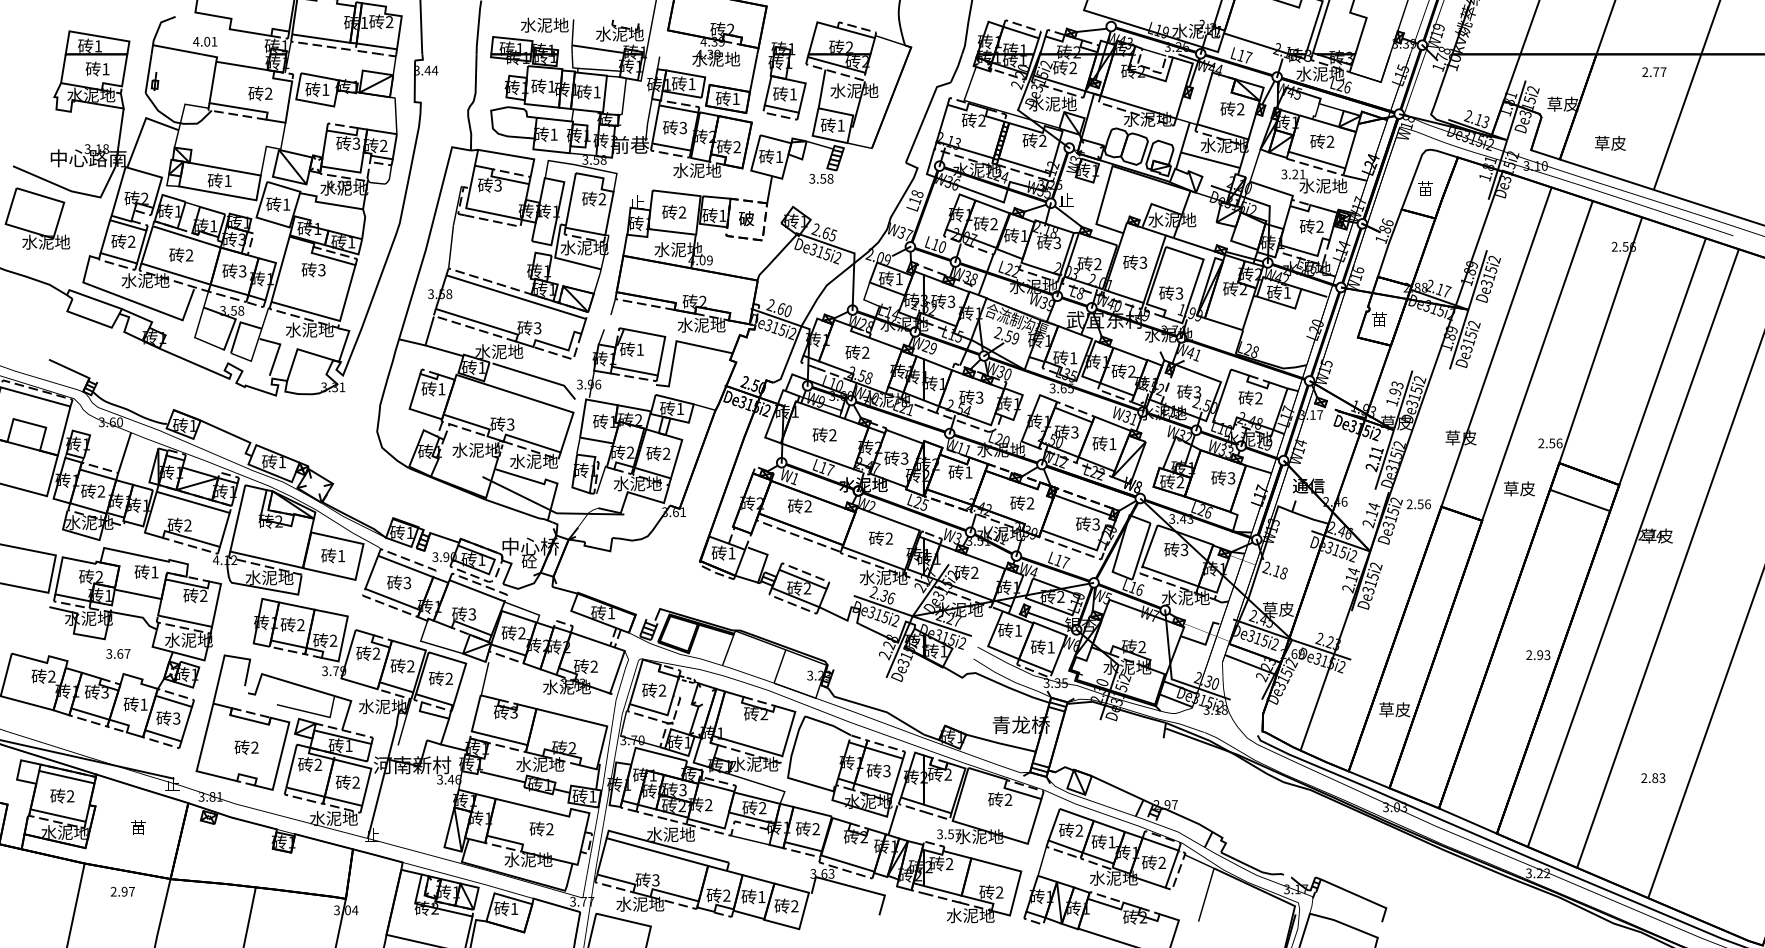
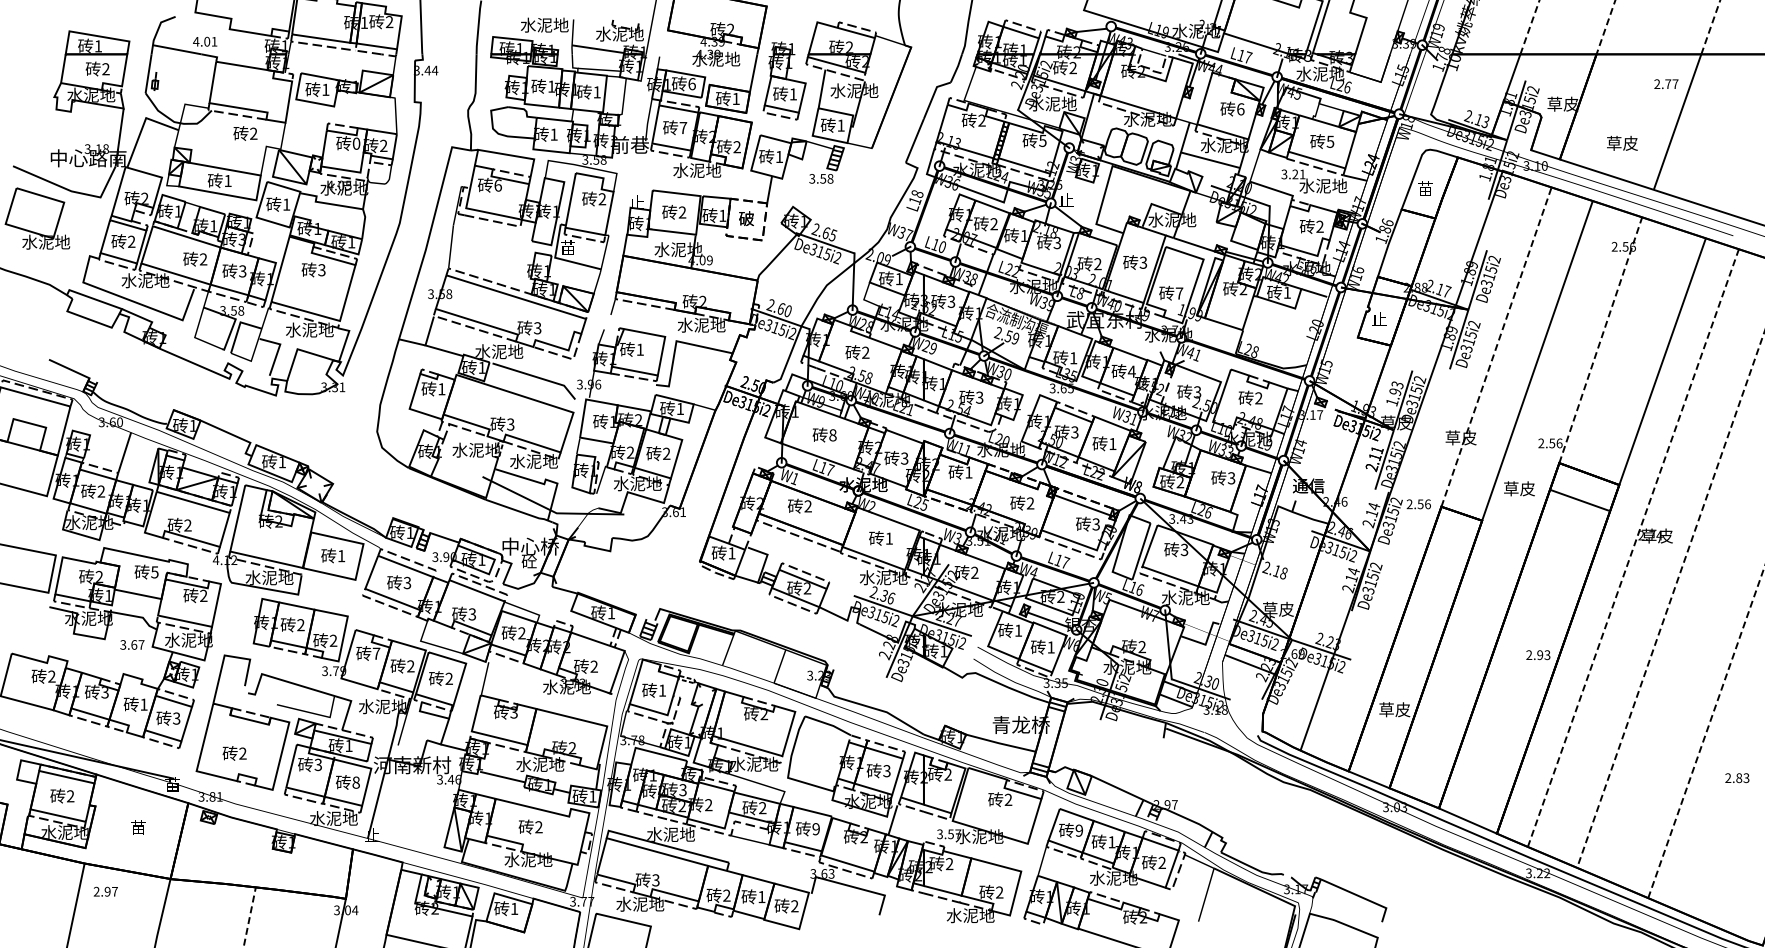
line at (1530, 27): solid -> dashed
line at (1605, 27): solid -> dashed
line at (1710, 27): solid -> dashed
text at (105, 69): 1 -> 2
text at (1654, 71) position: (1654, 71) -> (1666, 83)
text at (691, 84): 1 -> 6
text at (260, 93) position: (260, 93) -> (245, 133)
text at (1240, 109): 2 -> 6
text at (683, 127): 3 -> 7
text at (1042, 140): 2 -> 5
text at (1330, 141): 2 -> 5
text at (1610, 142) position: (1610, 142) -> (1622, 142)
text at (356, 143): 3 -> 0
text at (497, 185): 3 -> 6
text at (584, 247): 水泥地 -> 苗
text at (181, 254) position: (181, 254) -> (195, 258)
text at (1179, 293): 3 -> 7
text at (1379, 319): 苗 -> 止
line at (1600, 340): solid -> dashed
line at (1496, 347): solid -> dashed
text at (1131, 371): 2 -> 4
text at (832, 435): 2 -> 8
text at (888, 538): 2 -> 1
line at (1633, 548): solid -> dashed
text at (154, 572): 1 -> 5
line at (1670, 600): solid -> dashed
text at (118, 653) position: (118, 653) -> (132, 644)
text at (376, 653): 2 -> 7
text at (662, 690): 2 -> 1
line at (1706, 732): solid -> dashed
text at (641, 740): 3.70 -> 3.78
text at (246, 747) position: (246, 747) -> (234, 753)
text at (318, 765): 2 -> 3
text at (1653, 778) position: (1653, 778) -> (1737, 778)
text at (355, 782): 2 -> 8
text at (172, 784): 止 -> 苗
text at (541, 828) position: (541, 828) -> (530, 826)
text at (815, 829): 2 -> 9
text at (1079, 830): 2 -> 9
text at (122, 891) position: (122, 891) -> (105, 891)
line at (249, 916): solid -> dashed
